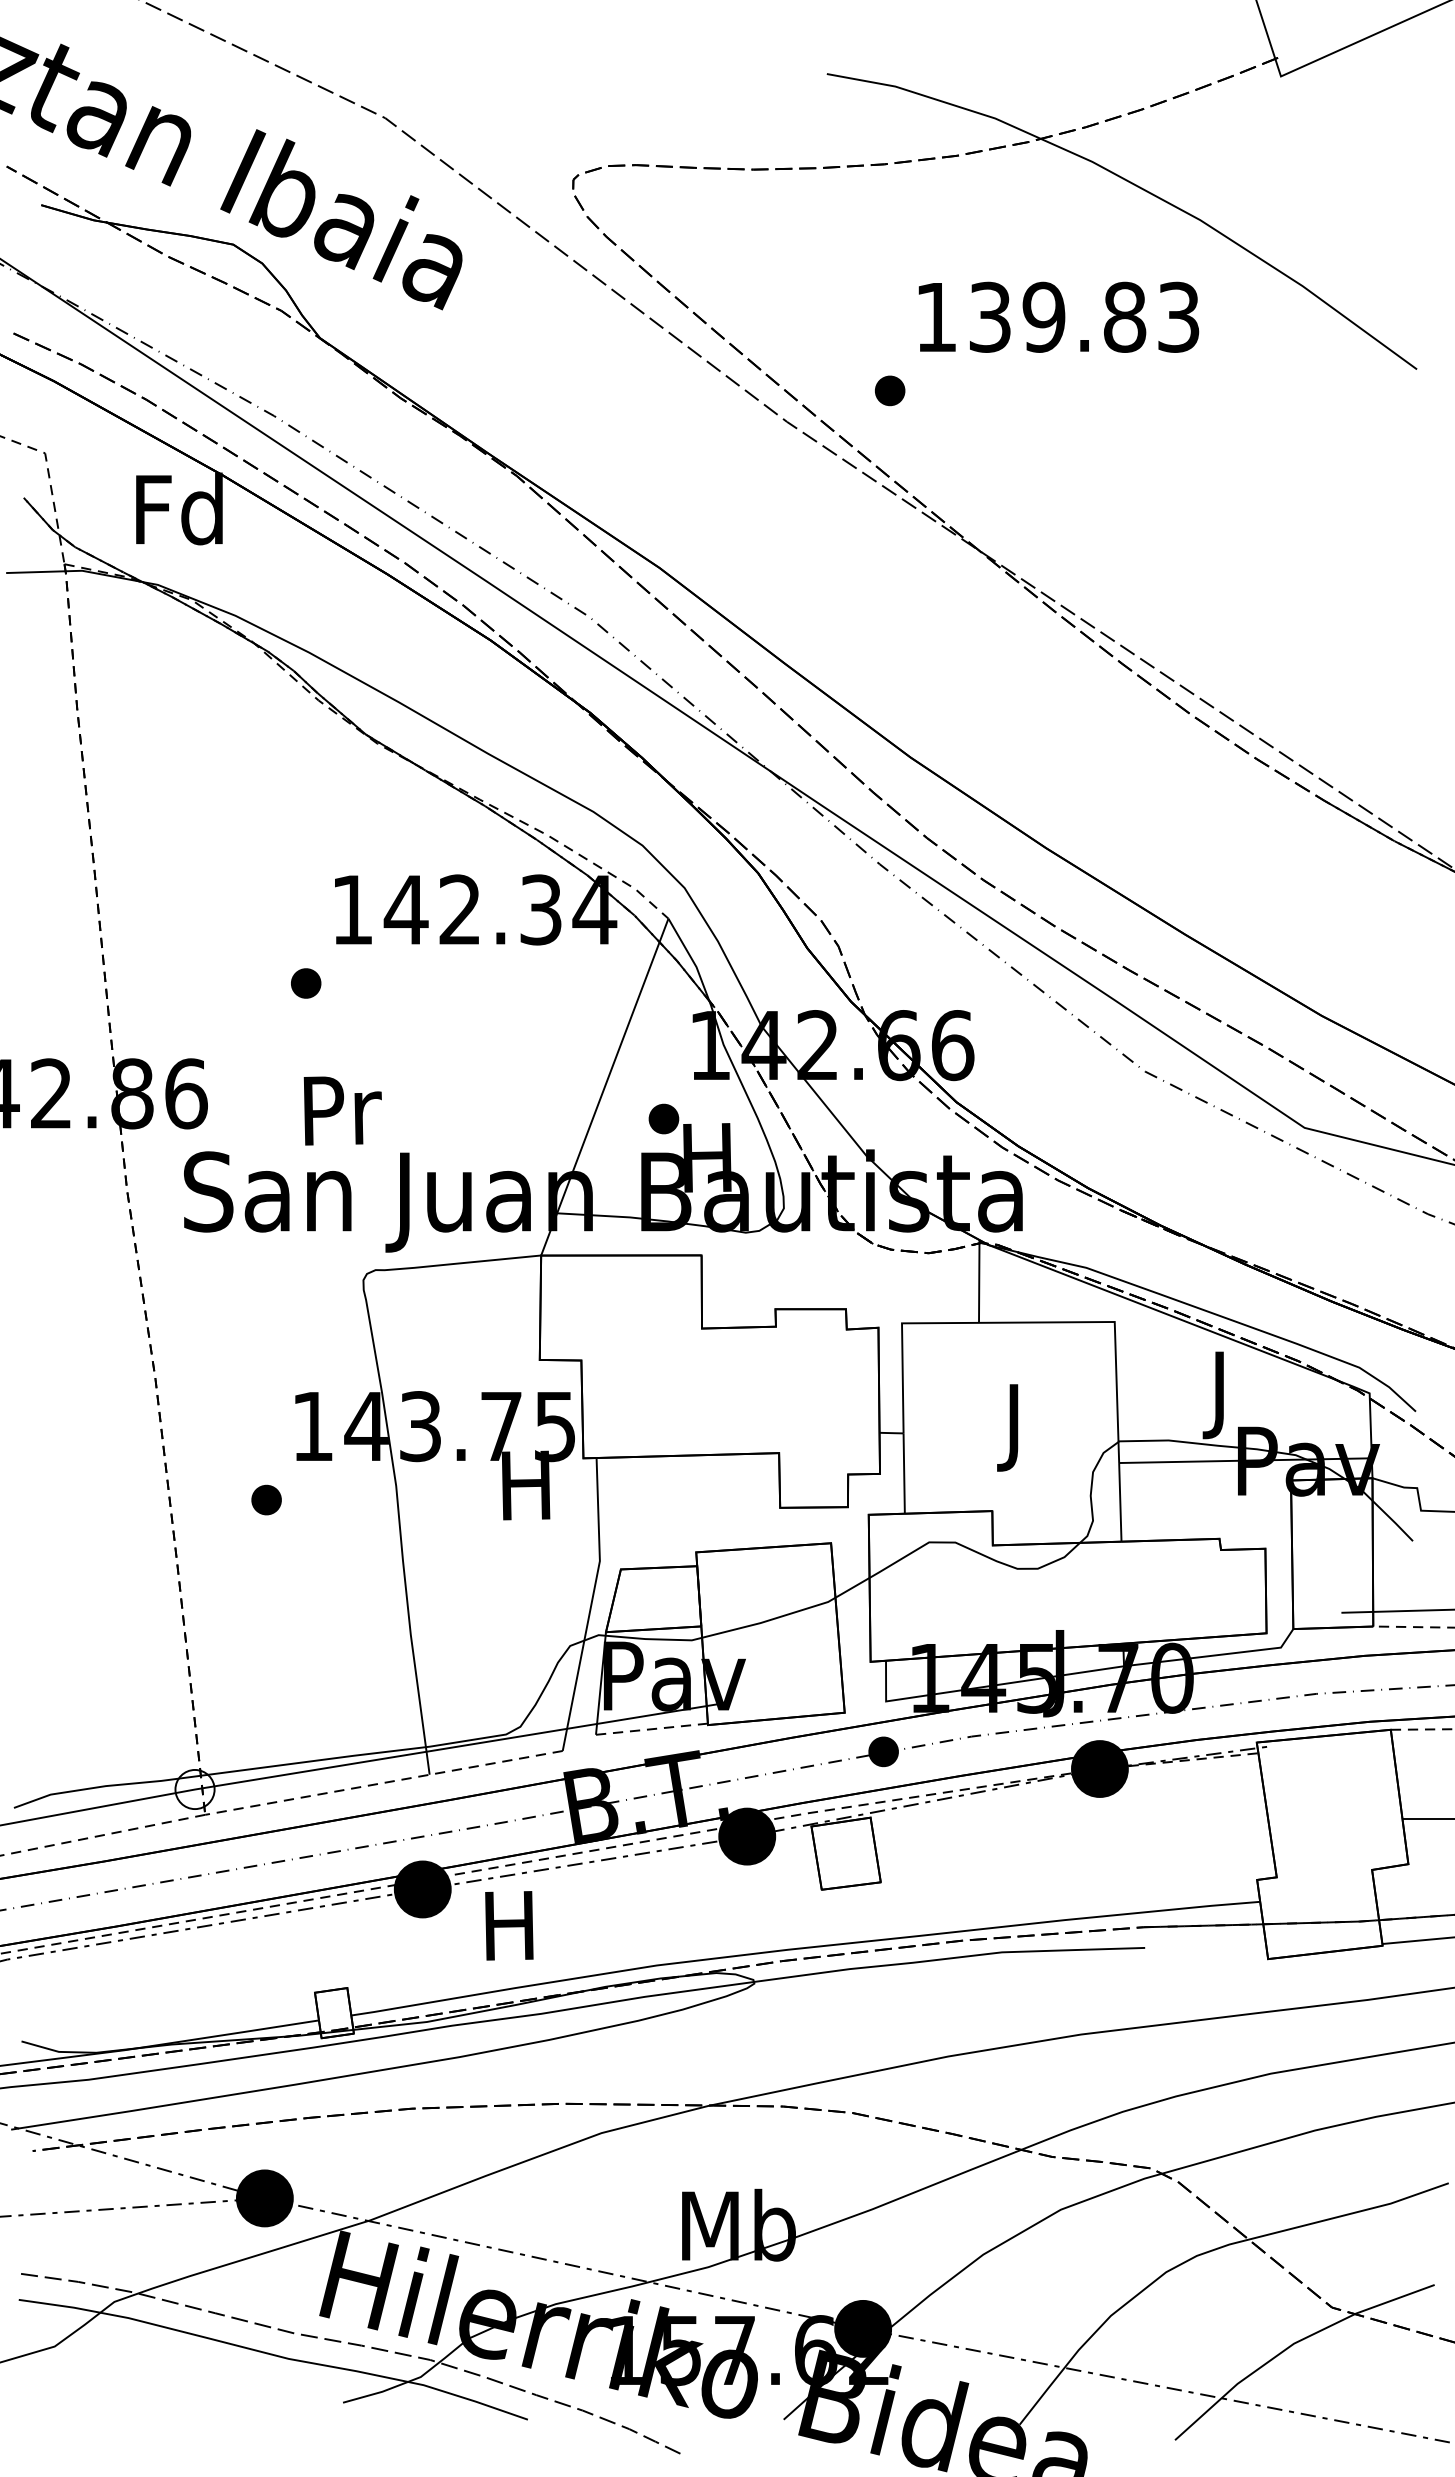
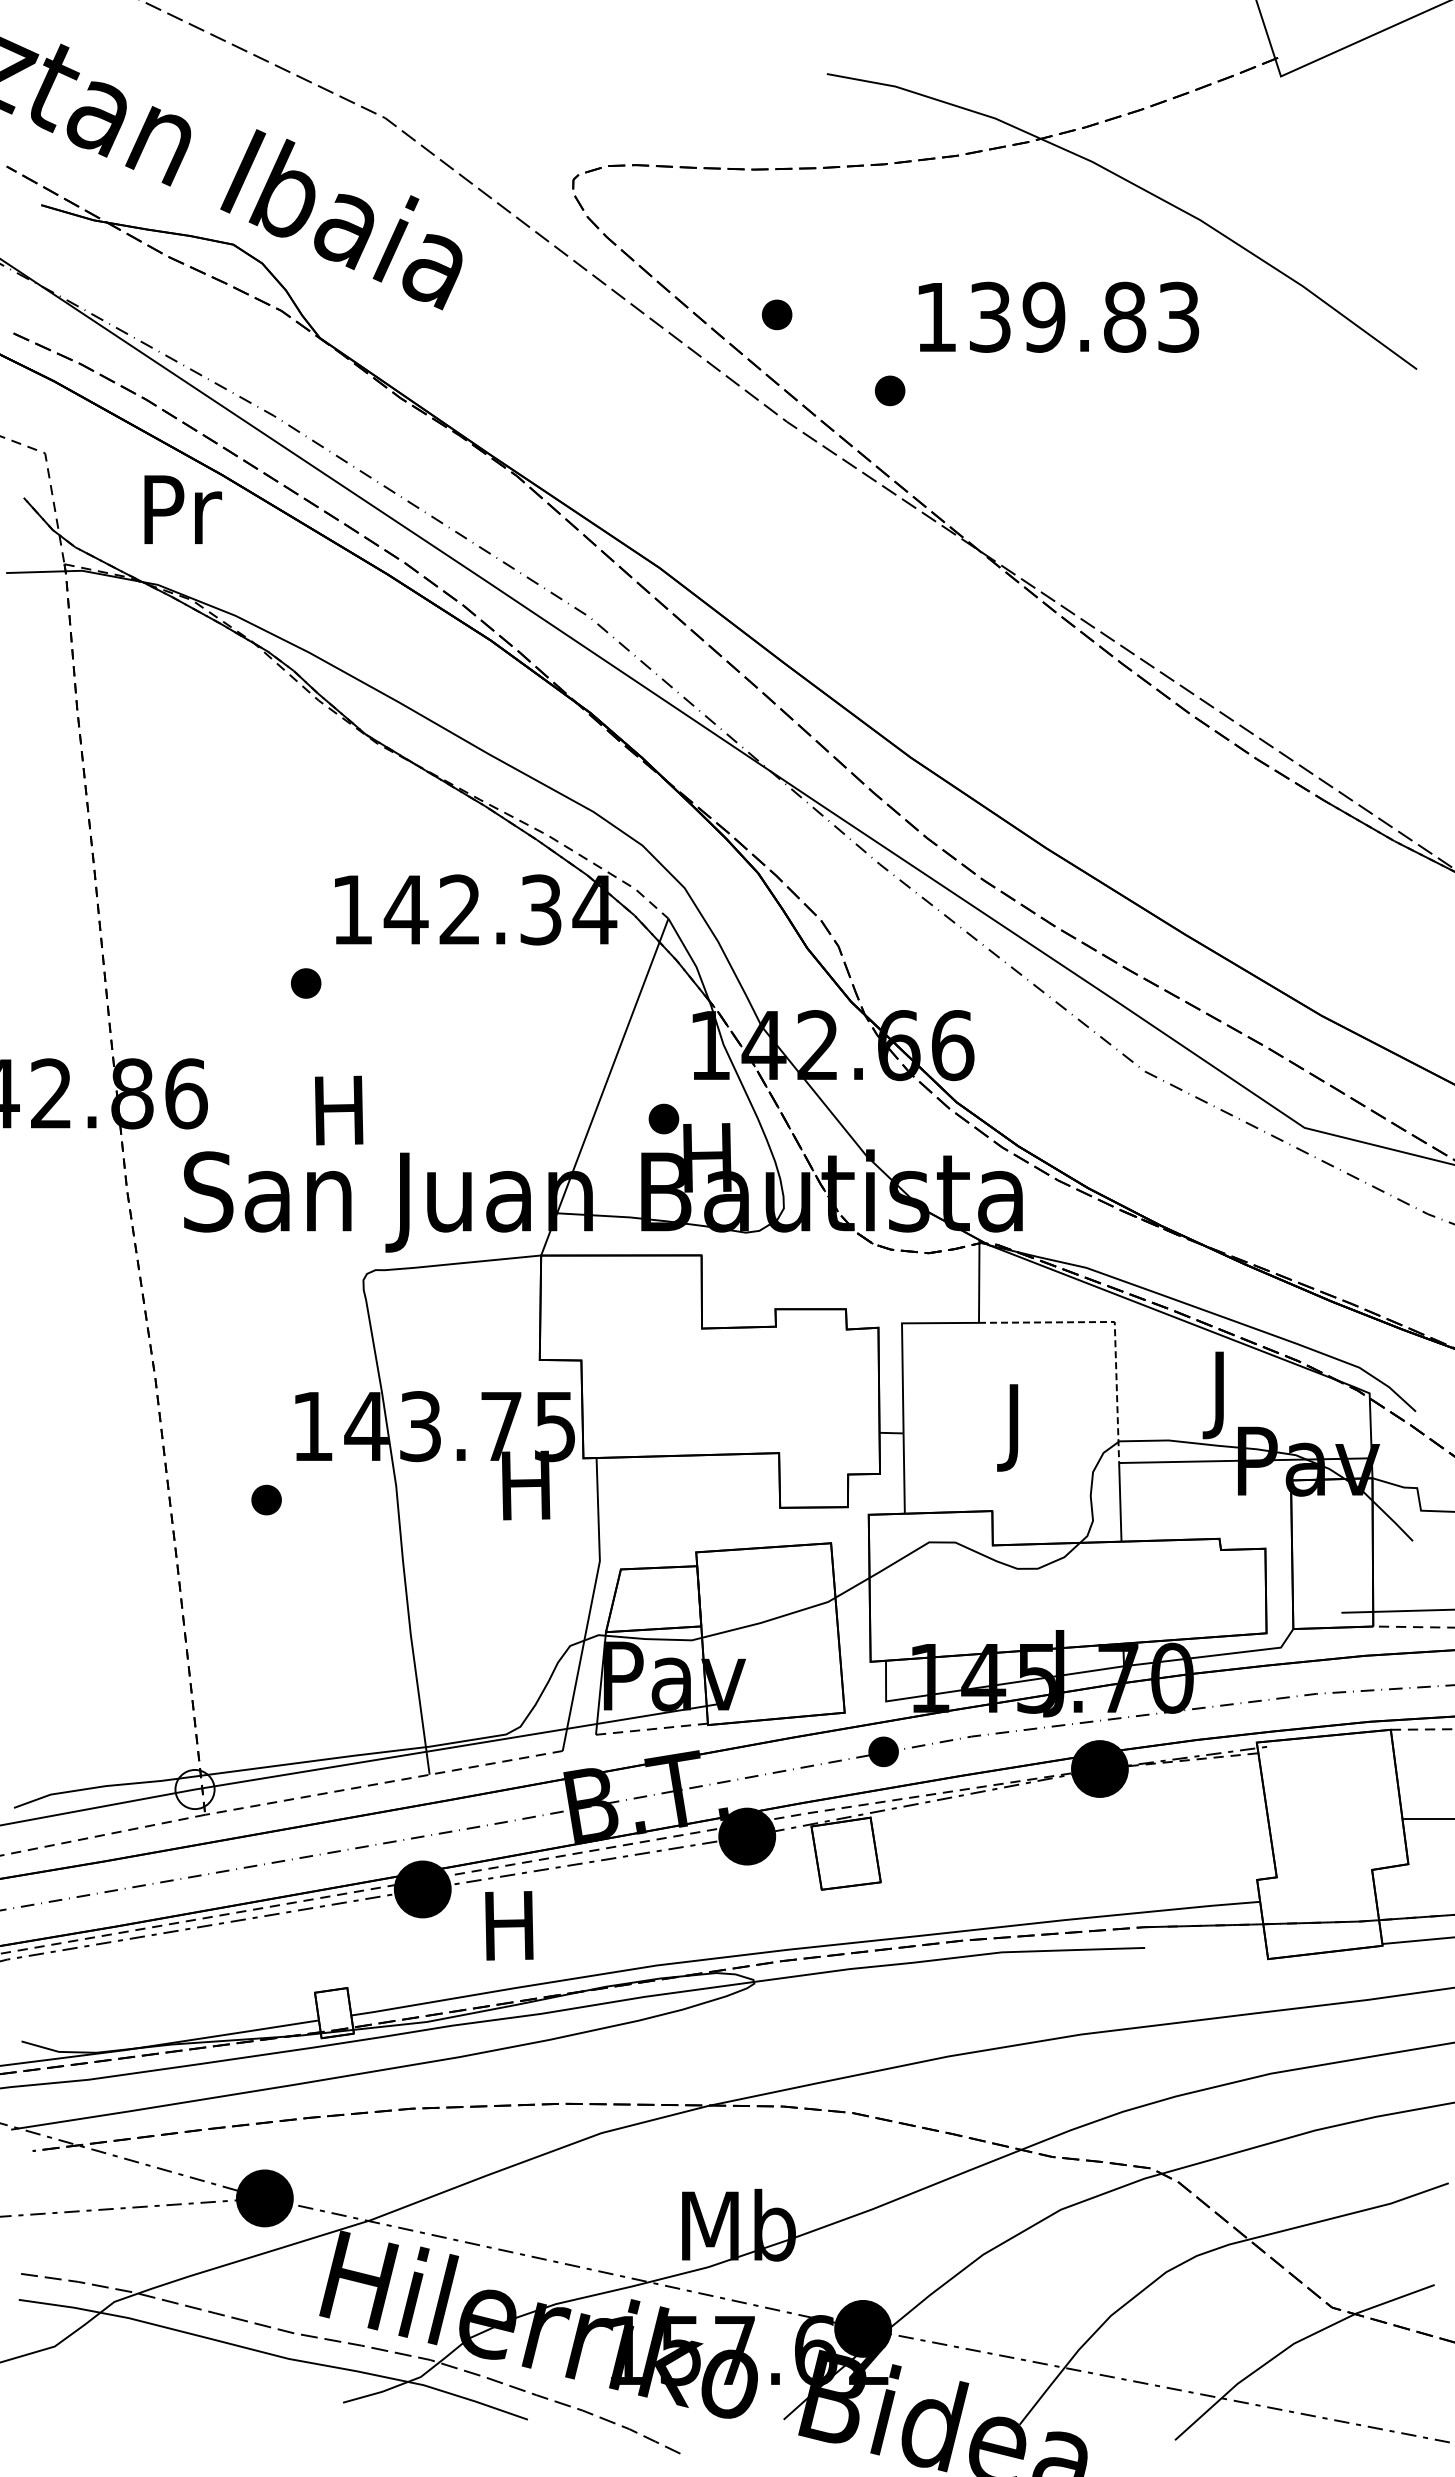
part at (777, 314): none -> present
text at (179, 508): Fd -> Pr
text at (342, 1110): Pr -> H
line at (1114, 1324): solid -> dashed
